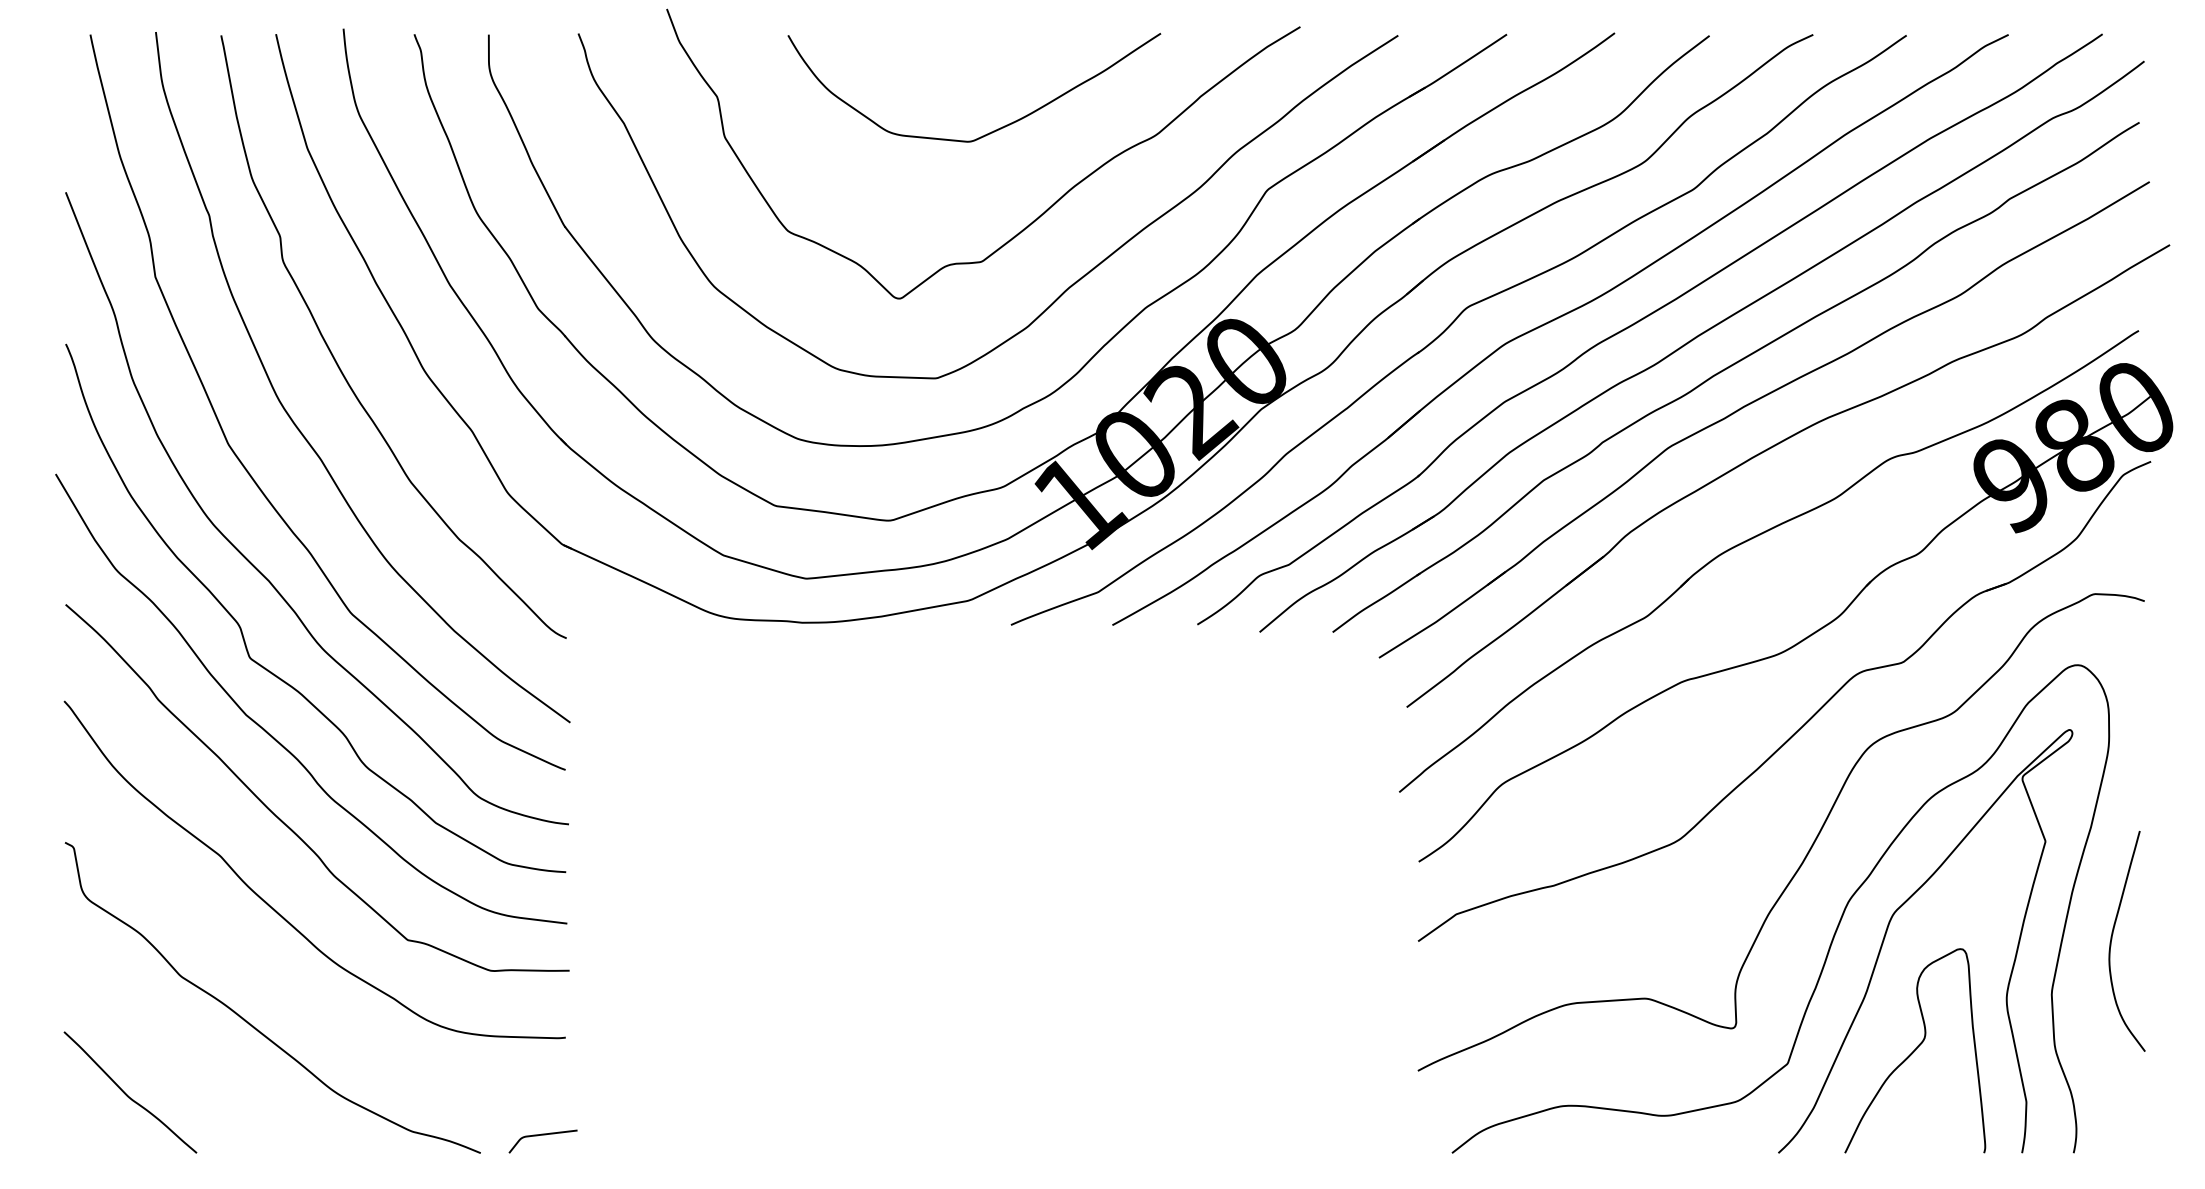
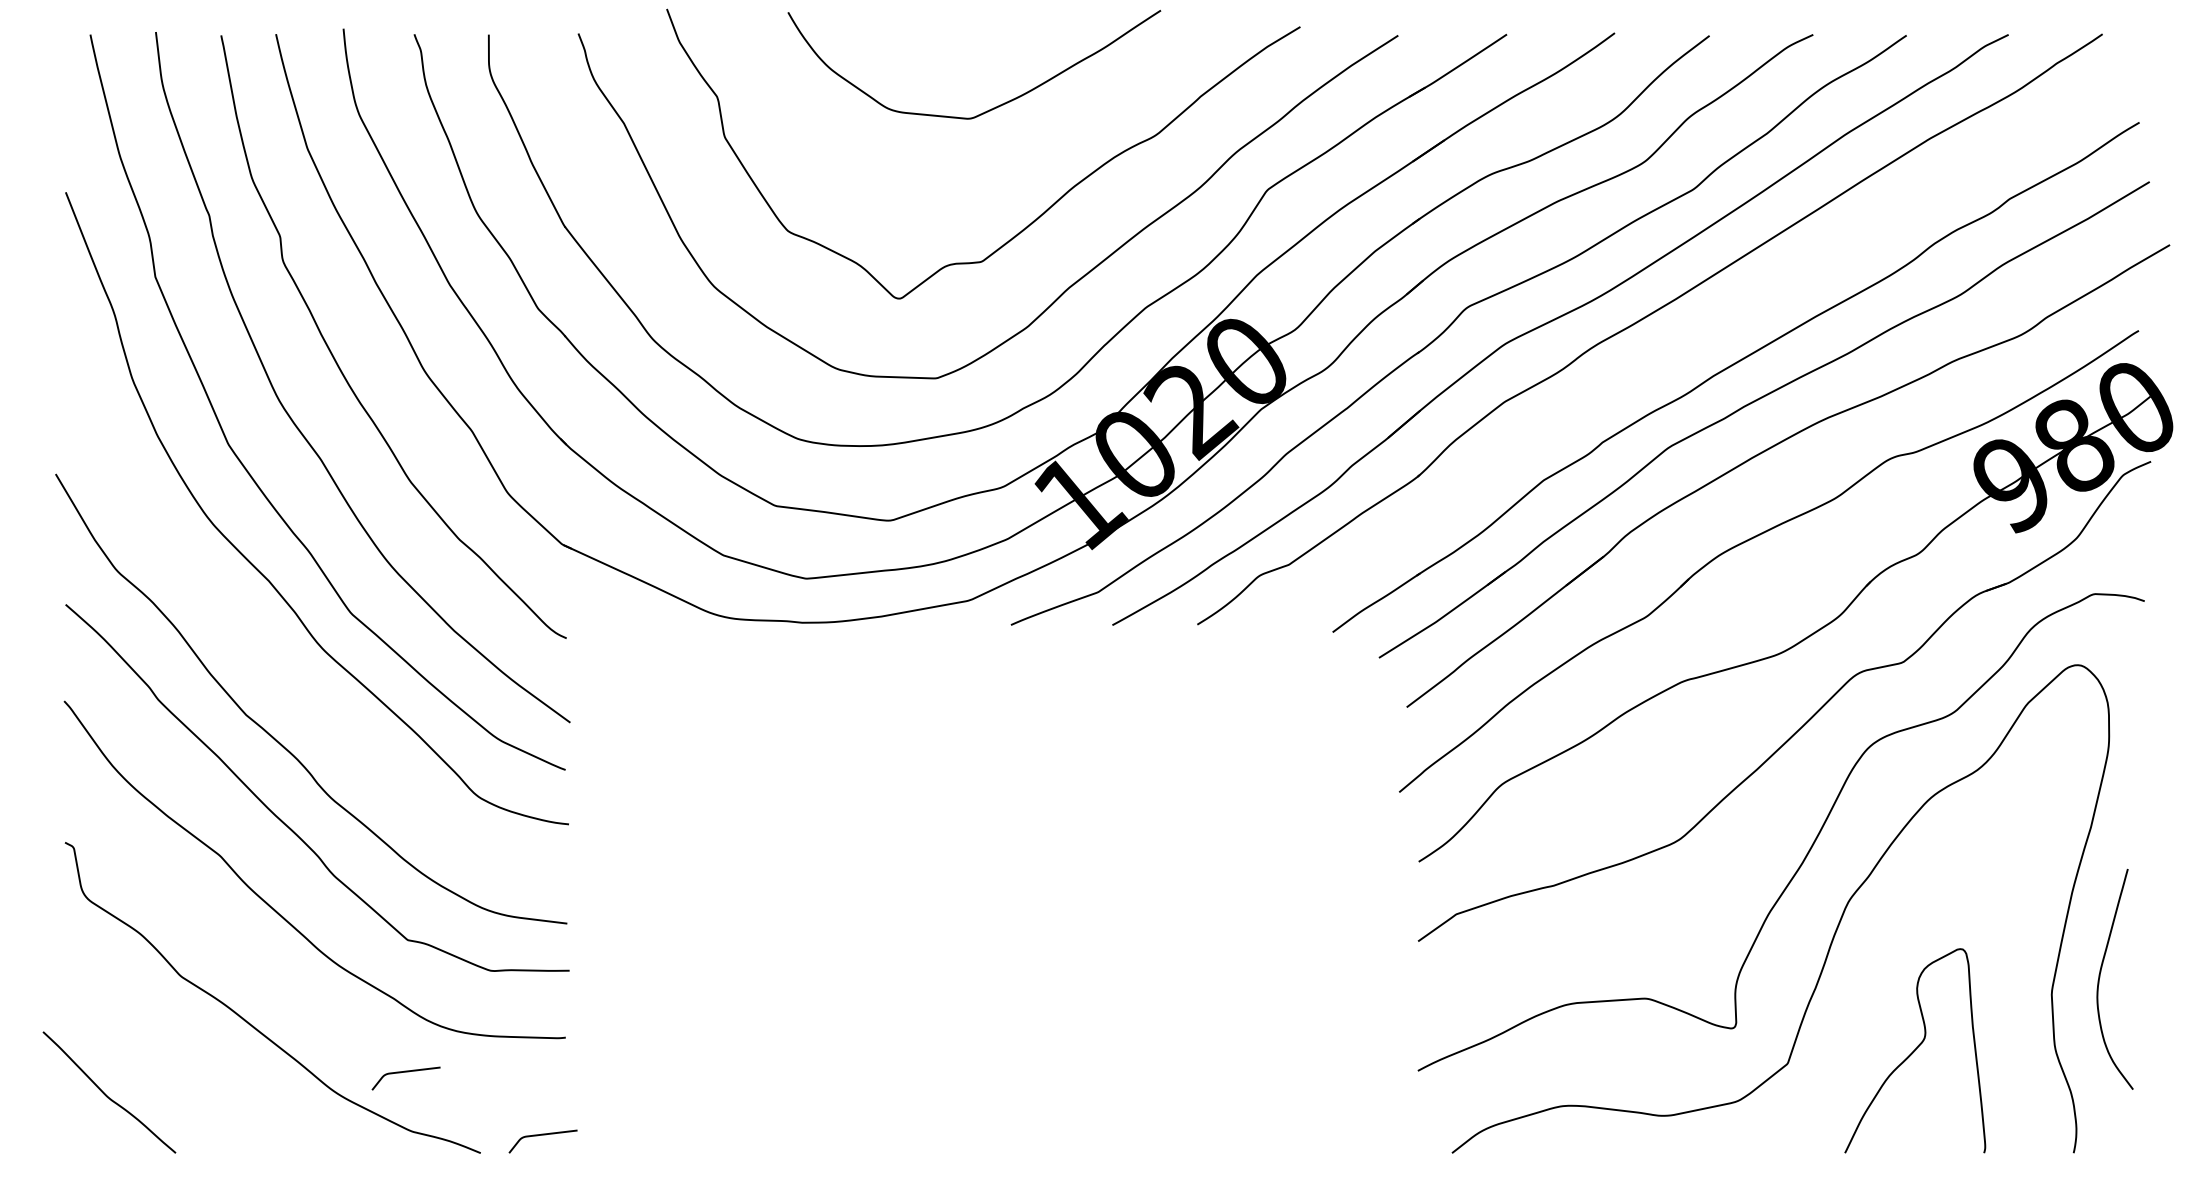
curve at (995, 129) position: (995, 129) -> (995, 106)
part at (1696, 338): present -> none
curve at (242, 630): present -> none
curve at (1888, 928): present -> none
curve at (2112, 939) position: (2112, 939) -> (2100, 977)
curve at (405, 1072): none -> present
curve at (127, 1094) position: (127, 1094) -> (106, 1094)
